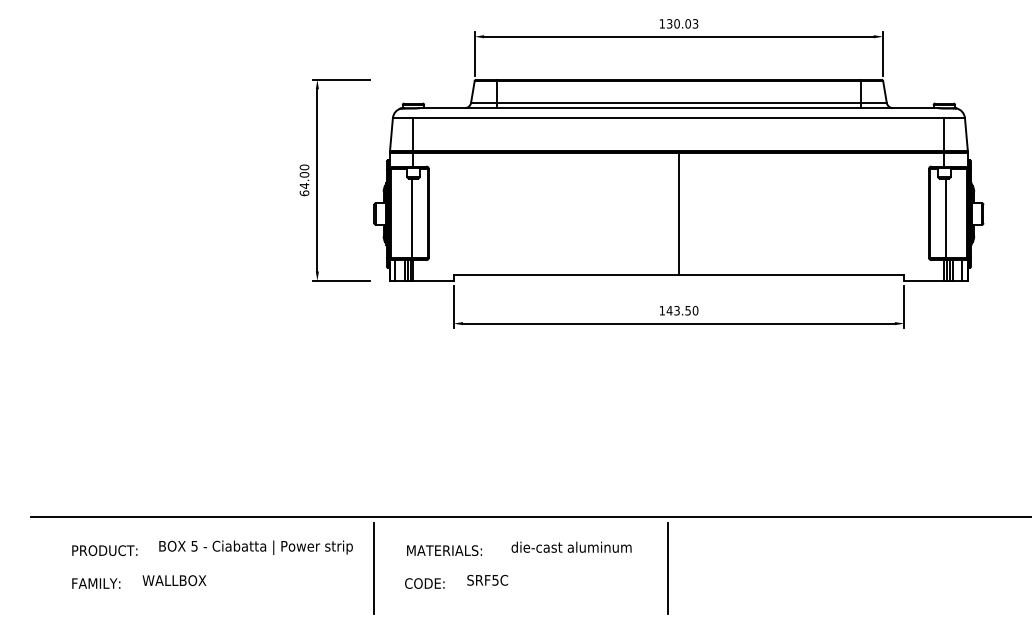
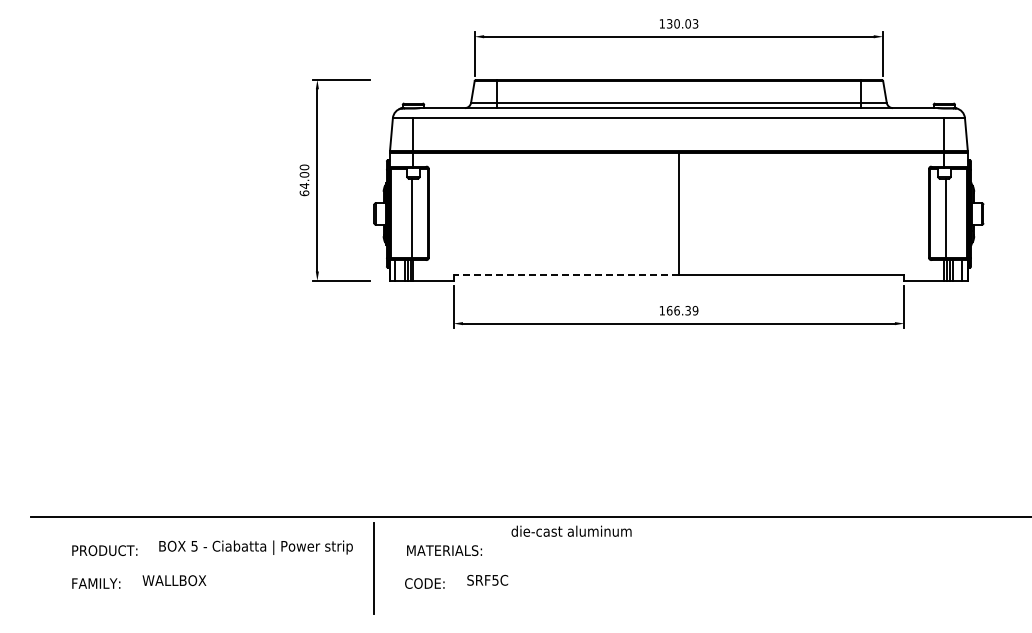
line at (566, 274): solid -> dashed
text at (682, 310): 143.50 -> 166.39
text at (571, 546) position: (571, 546) -> (571, 530)
line at (668, 567): present -> none
